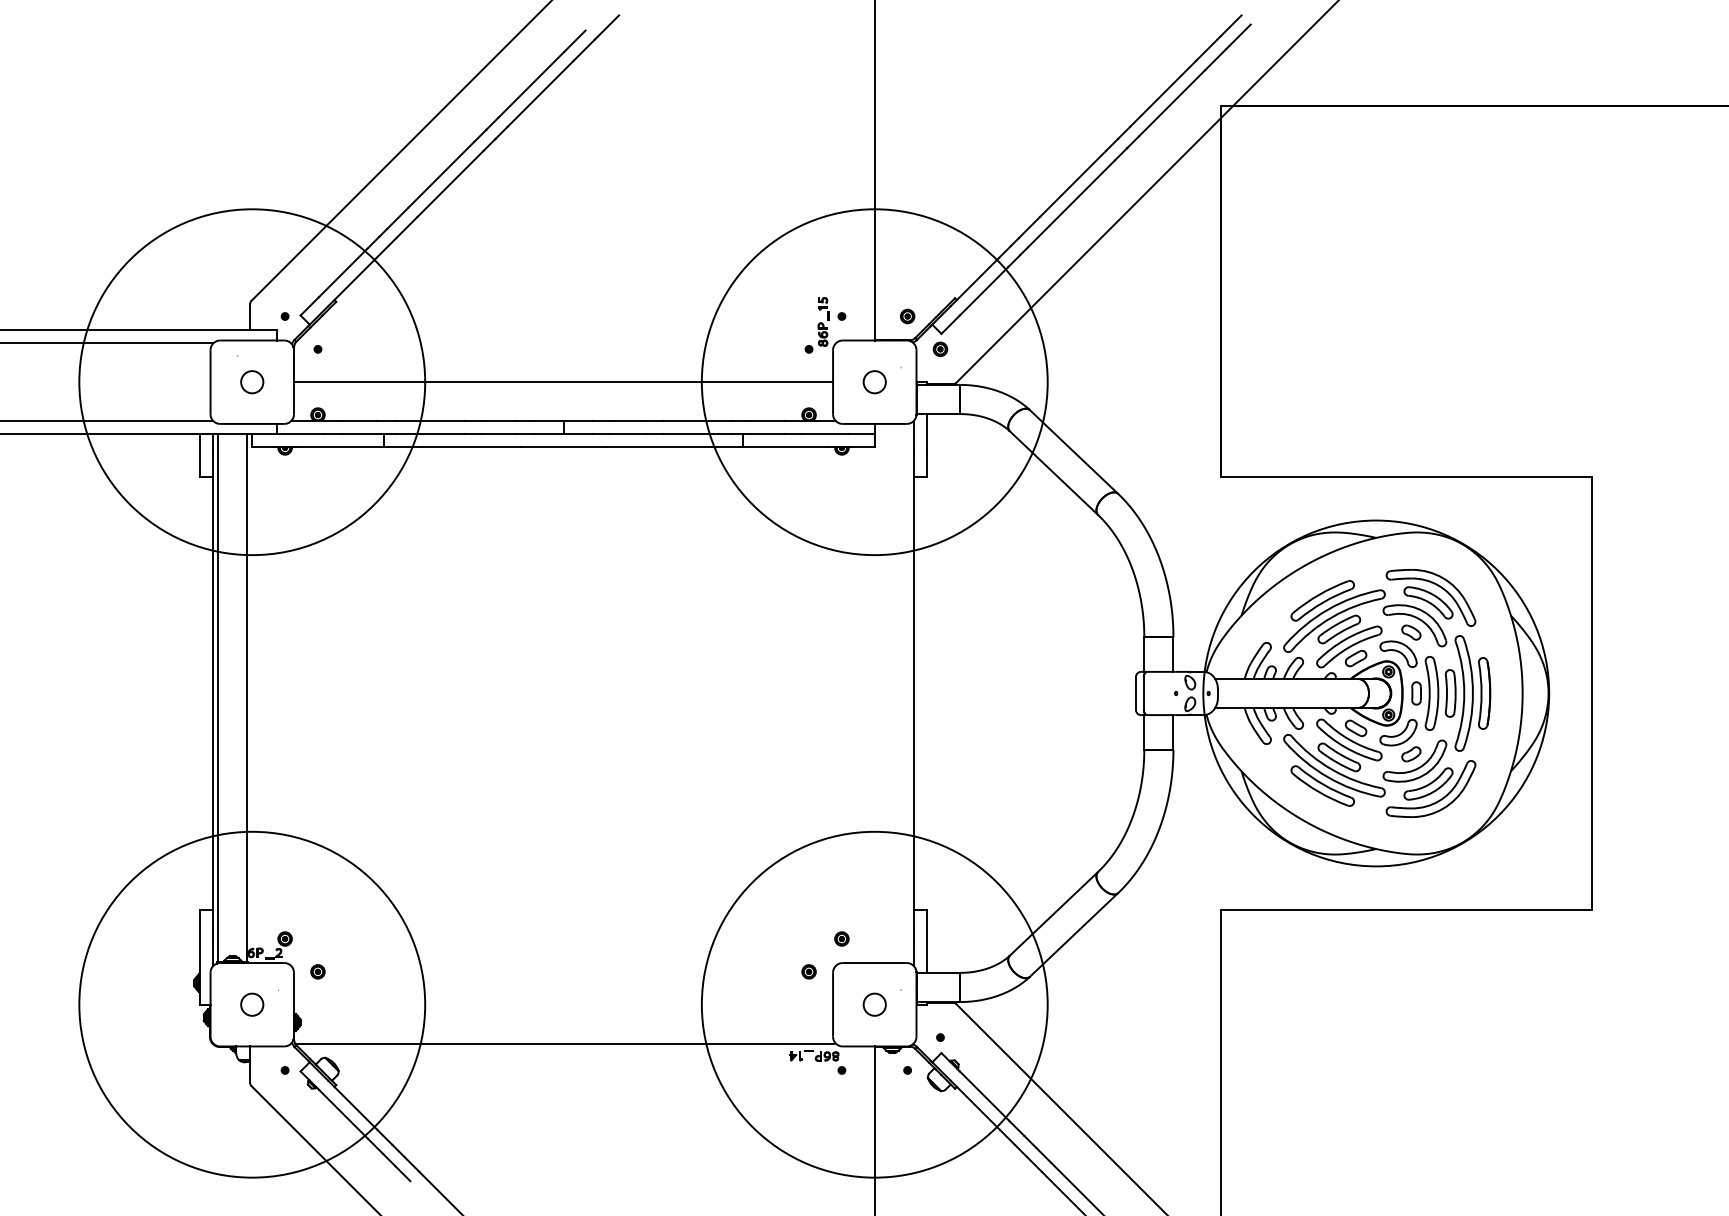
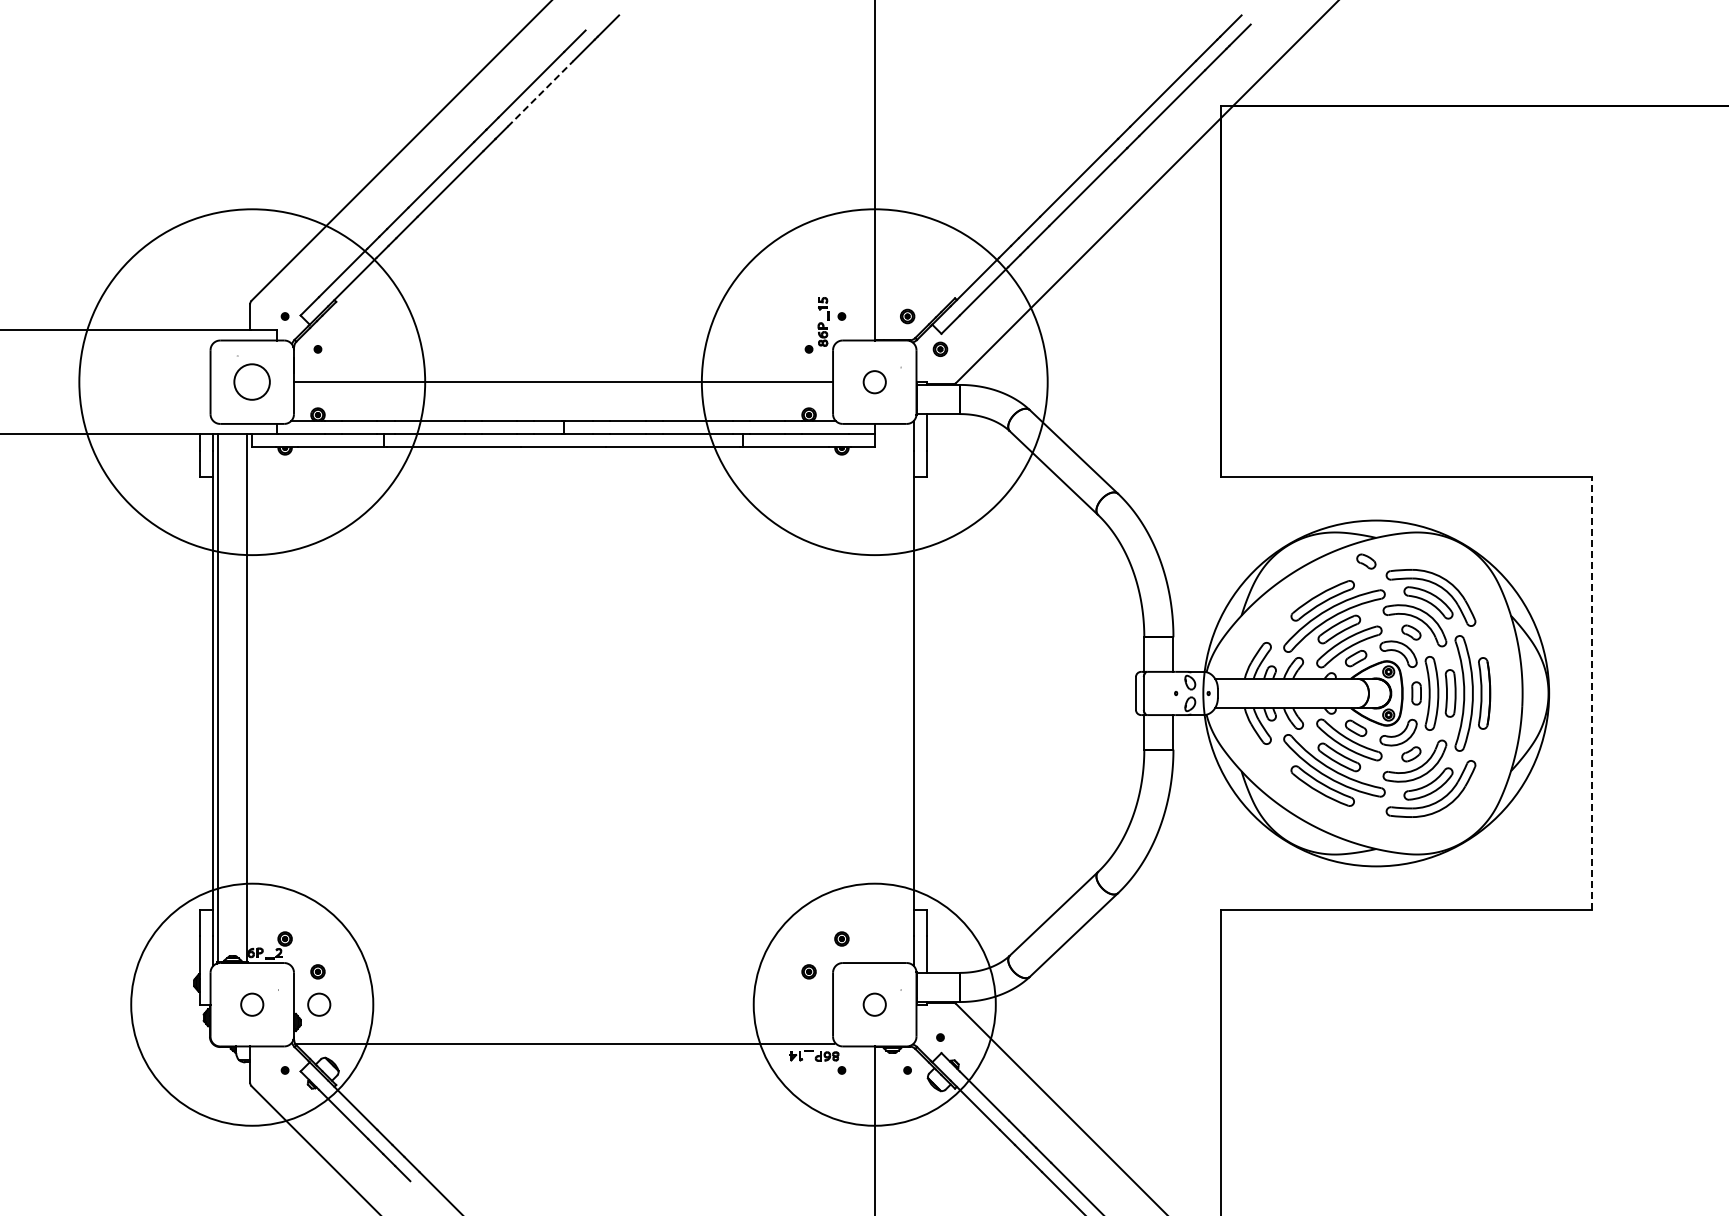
line at (540, 93): solid -> dashed
line at (107, 343): present -> none
circle at (252, 382) size: 25x25 px -> 38x38 px
line at (107, 421): present -> none
part at (1366, 561): none -> present
line at (1592, 692): solid -> dashed
circle at (252, 1004) diameter: 346 px -> 242 px
circle at (319, 1004): none -> present
circle at (874, 1004) diameter: 346 px -> 242 px
